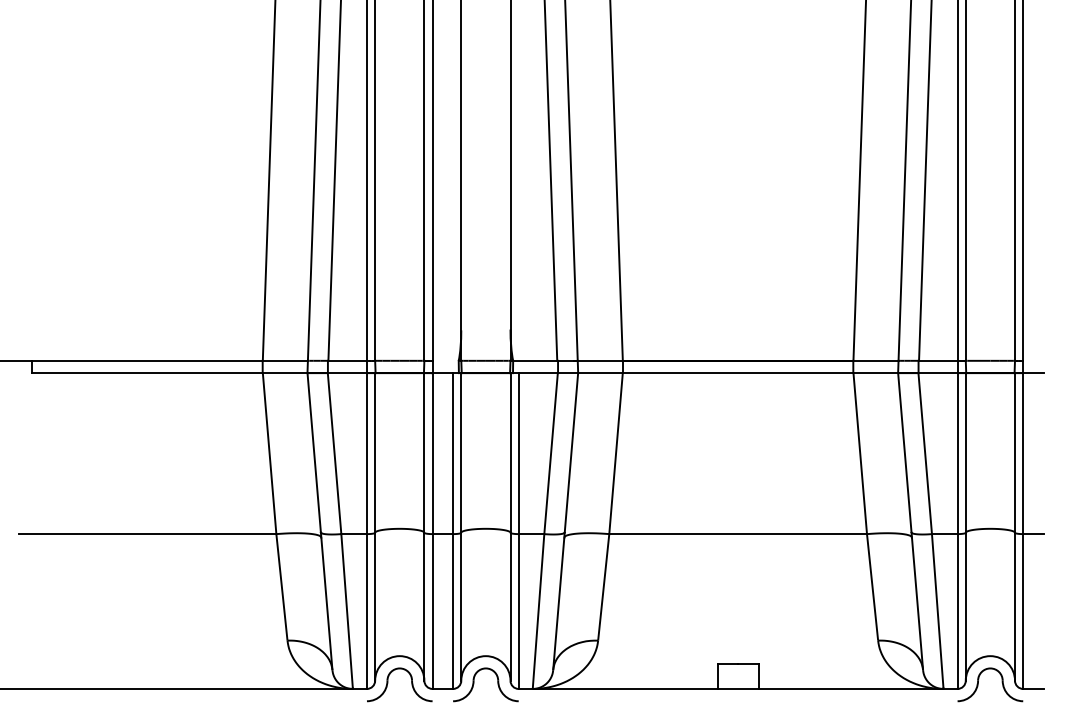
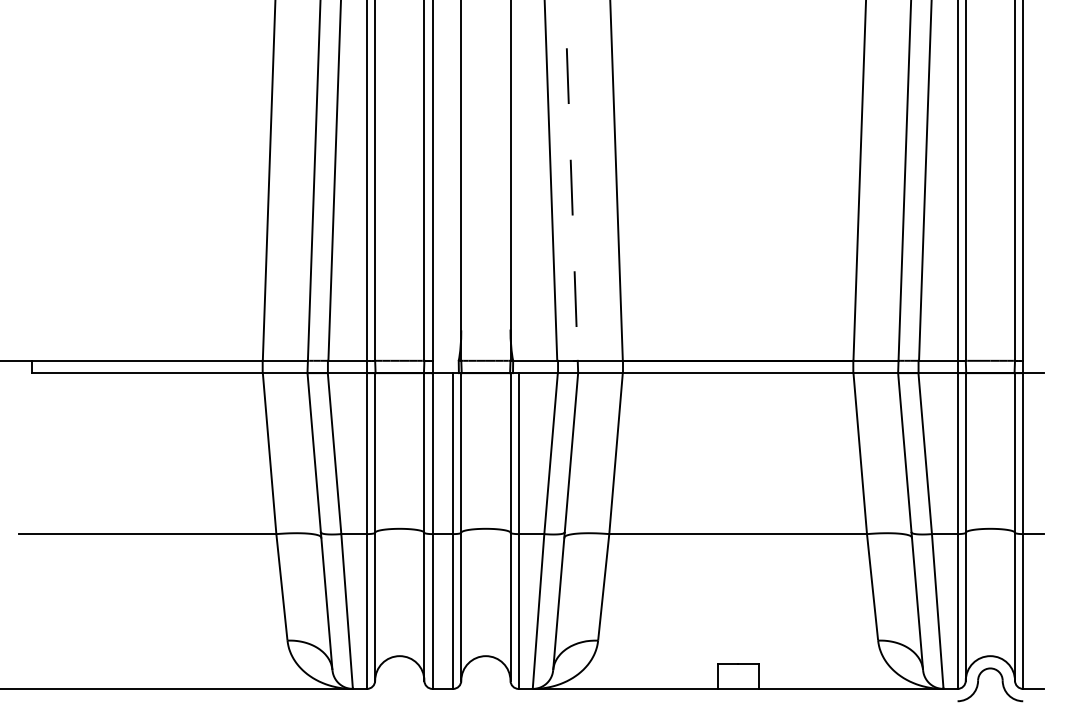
line at (571, 180): solid -> dashed
part at (388, 683): present -> none
part at (474, 684): present -> none
